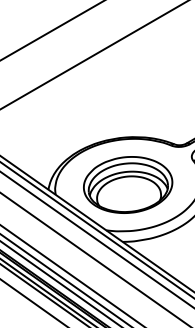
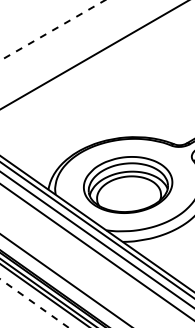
line at (52, 30): solid -> dashed
line at (94, 259) position: (94, 259) -> (96, 251)
line at (71, 275): present -> none
line at (60, 283): present -> none
line at (34, 303): solid -> dashed
